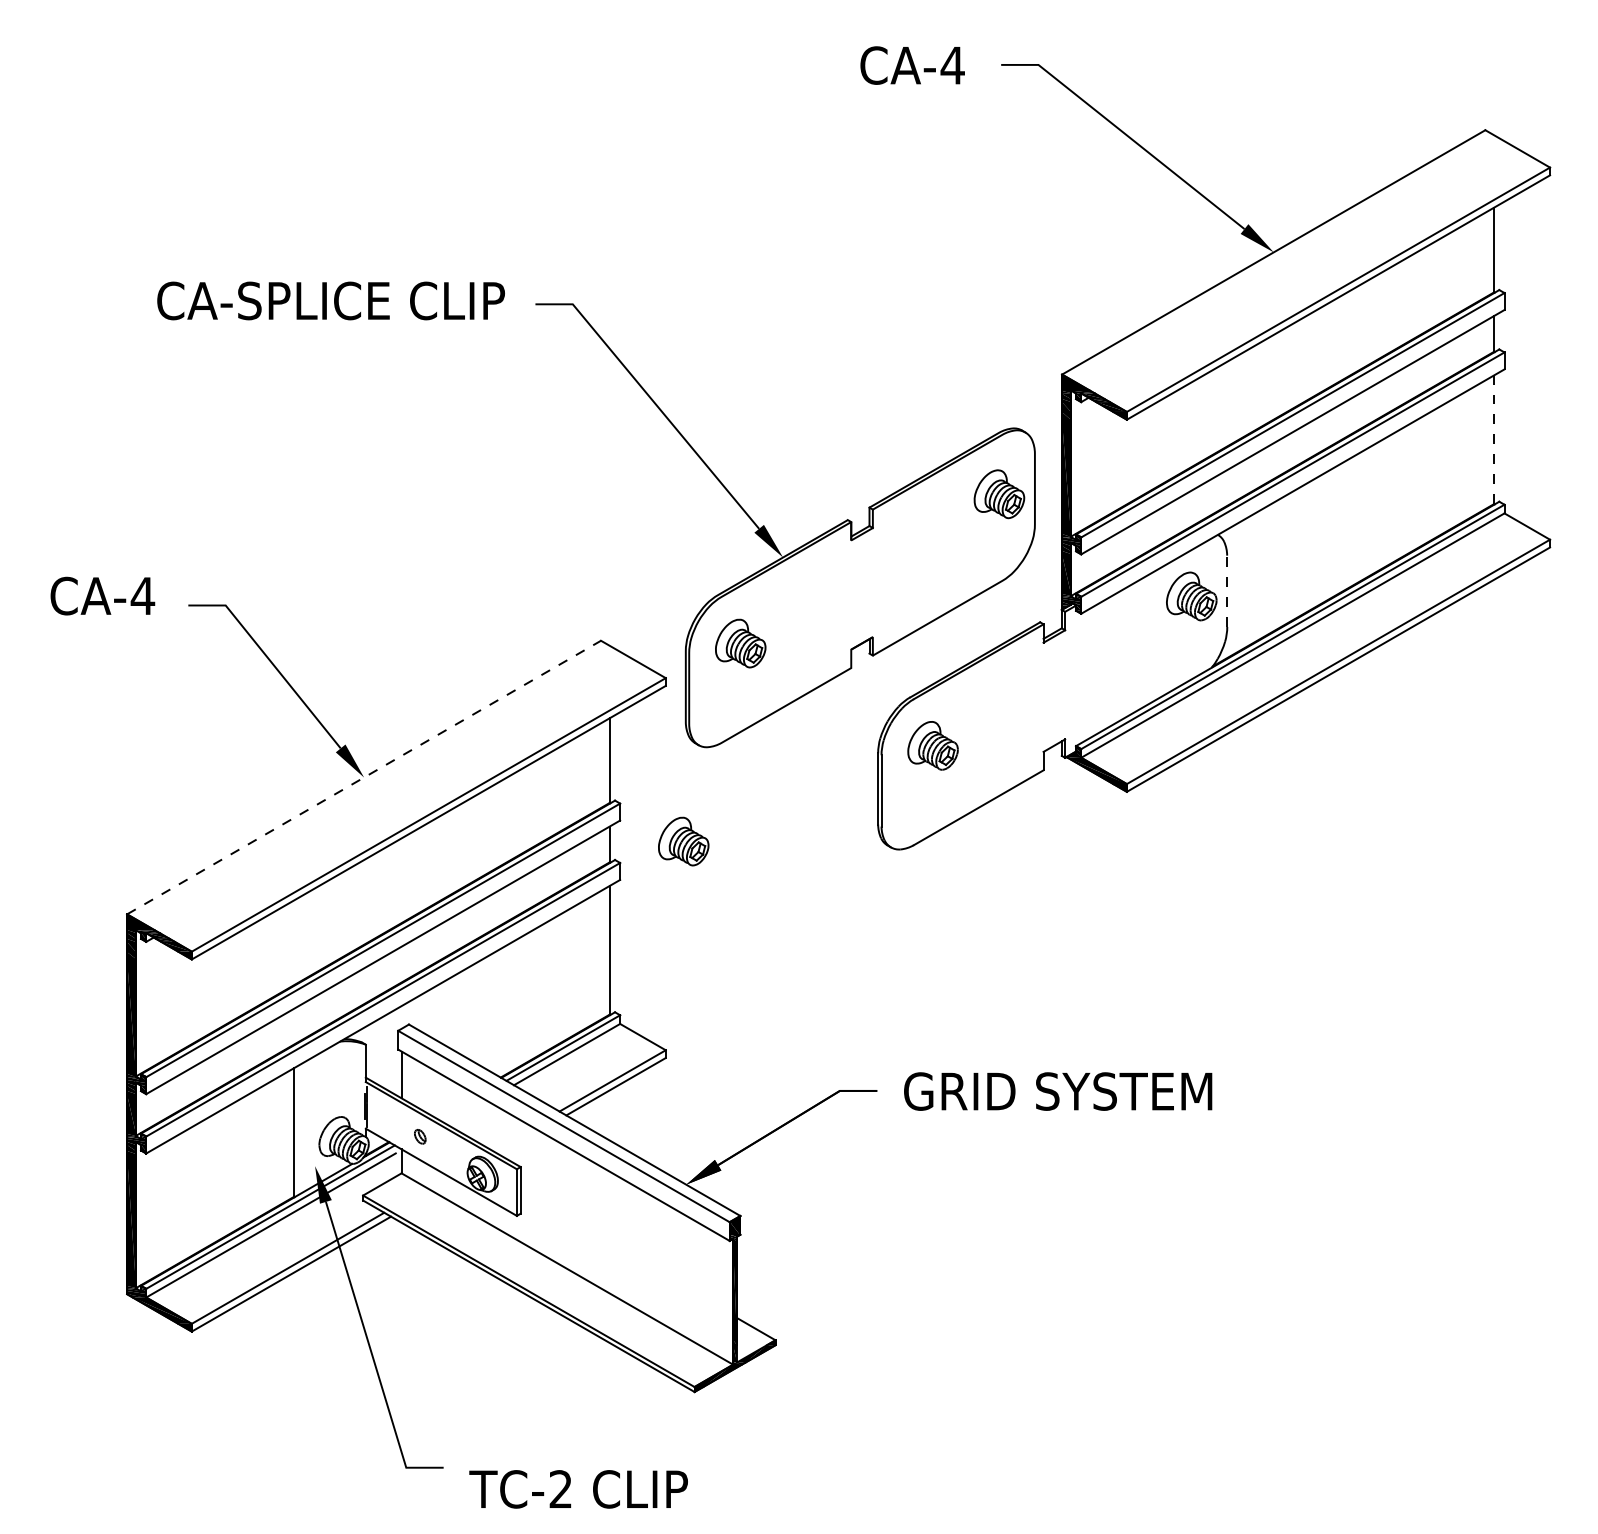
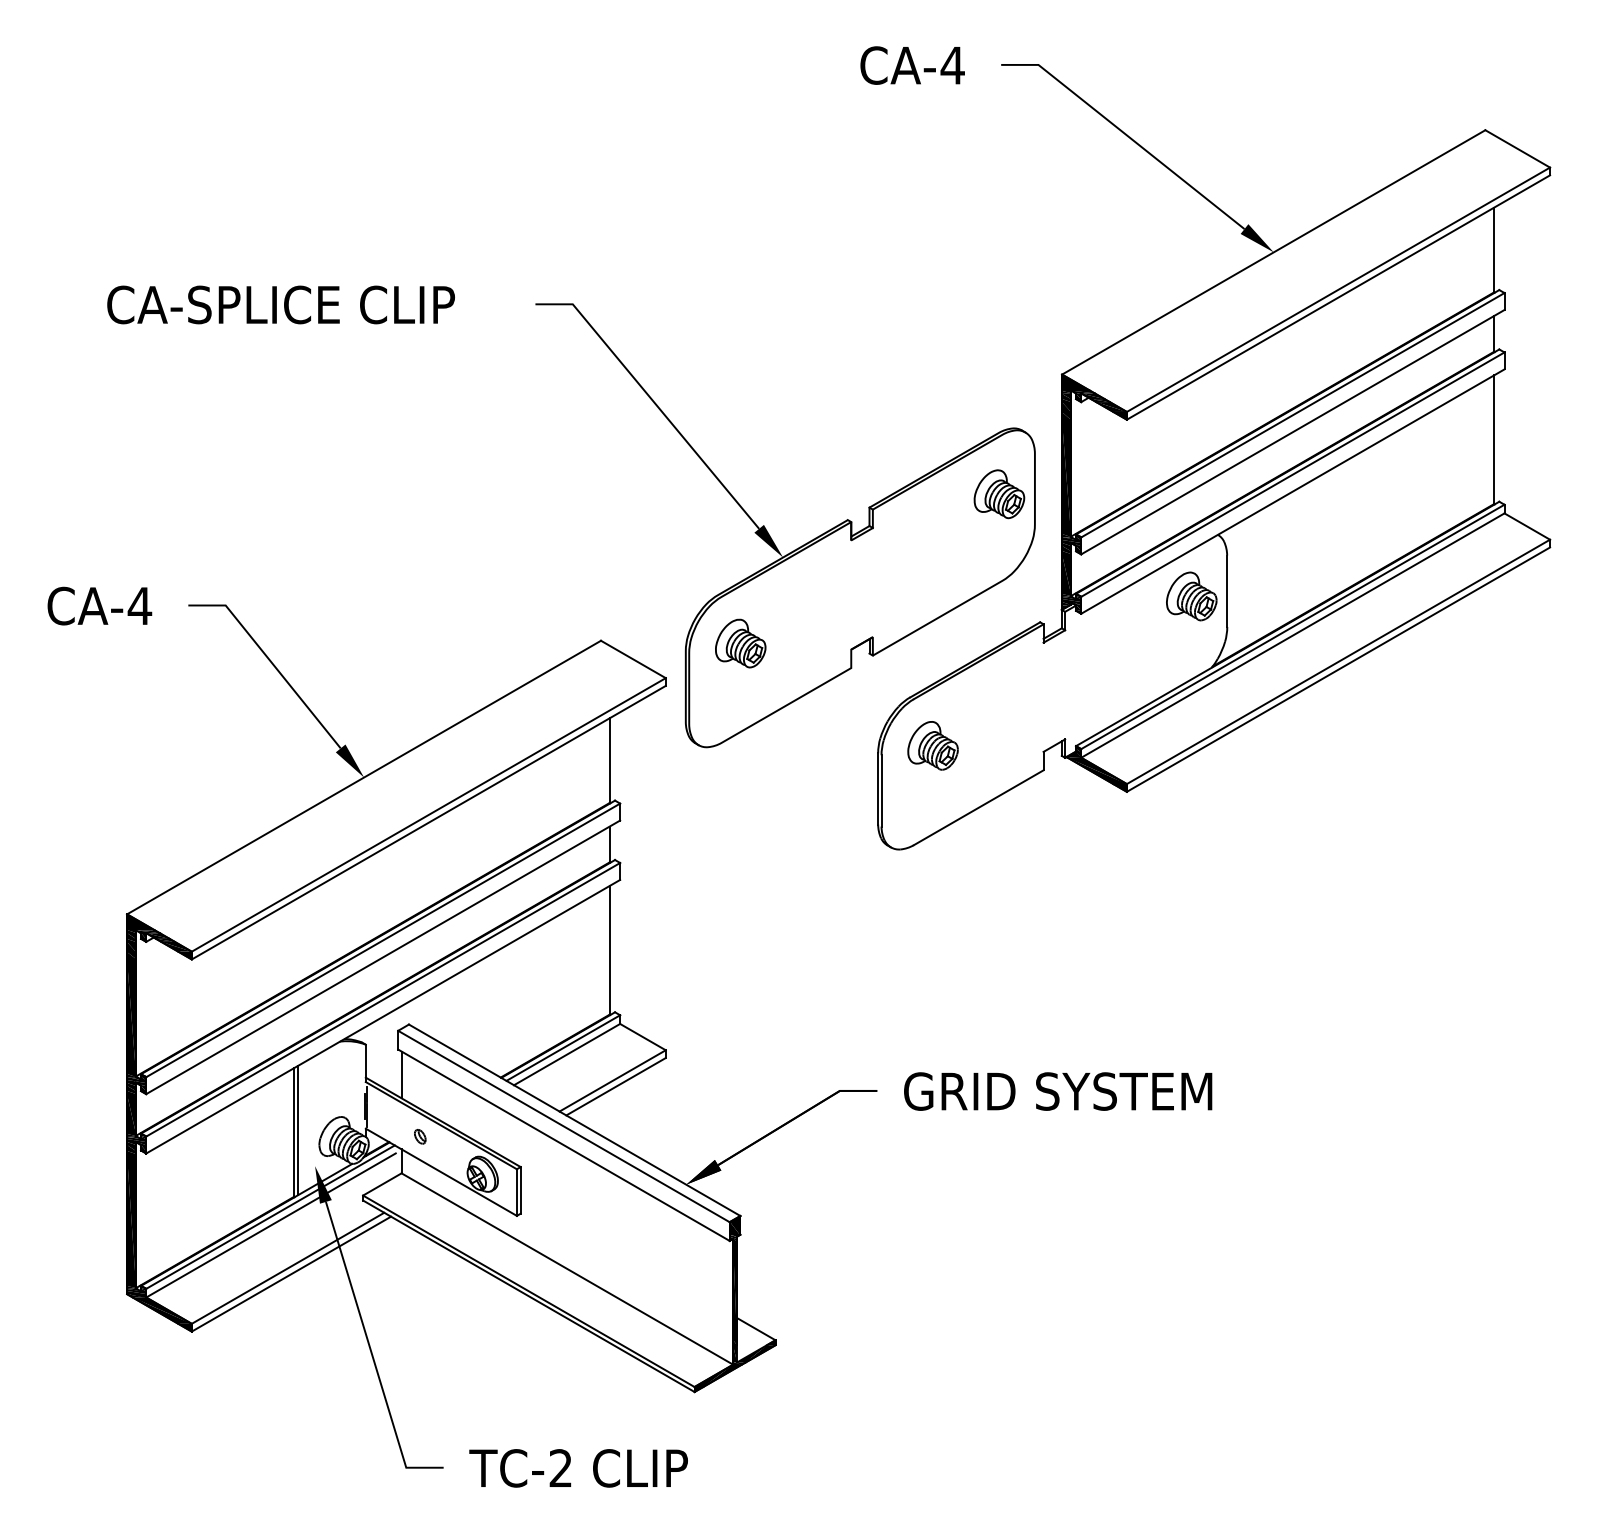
text at (330, 300) position: (330, 300) -> (280, 304)
line at (1494, 439): dashed -> solid
line at (1227, 591): dashed -> solid
text at (102, 595) position: (102, 595) -> (99, 605)
line at (364, 777): dashed -> solid
part at (683, 841): present -> none
line at (297, 1130): none -> present
text at (578, 1489) position: (578, 1489) -> (578, 1468)
